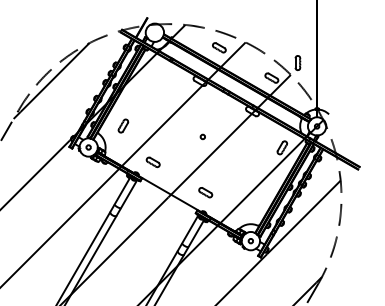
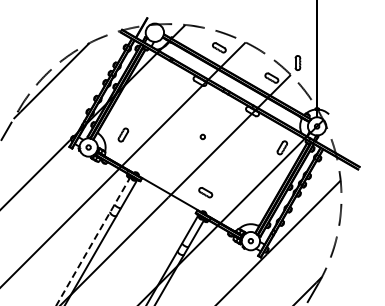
part at (123, 125) position: (123, 125) -> (123, 134)
part at (152, 162): present -> none
line at (93, 241): solid -> dashed
